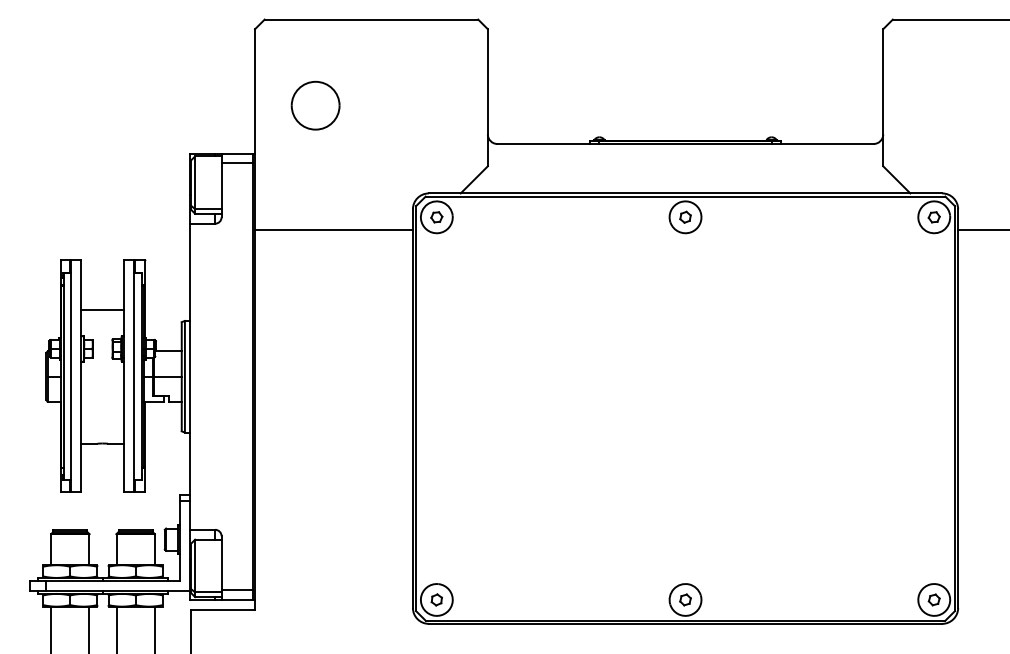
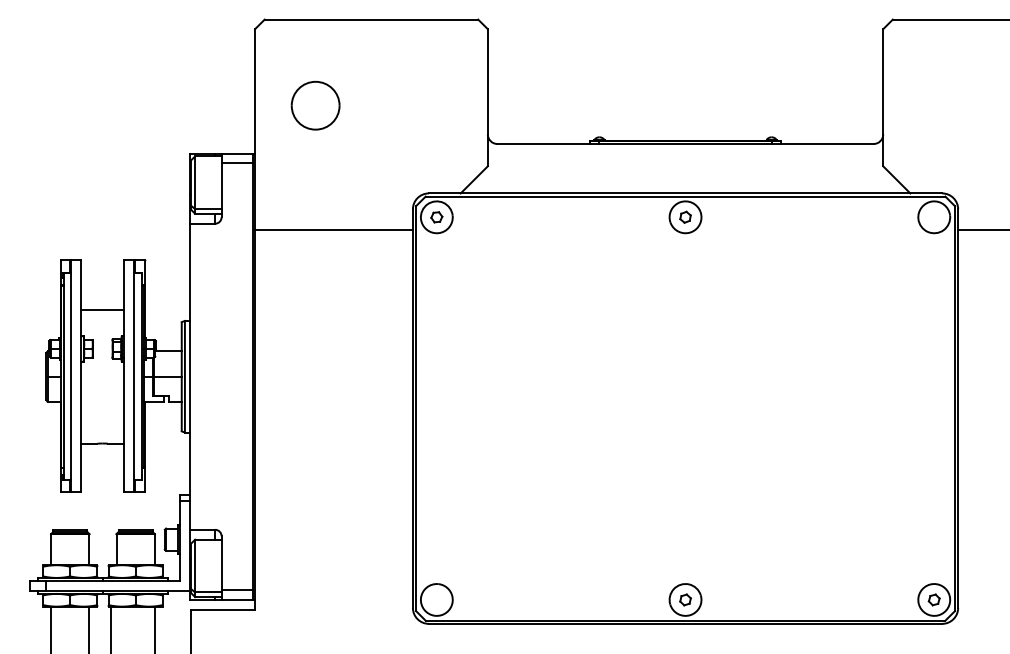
part at (933, 217): present -> none
part at (436, 599): present -> none
line at (116, 628) position: (116, 628) -> (110, 628)
